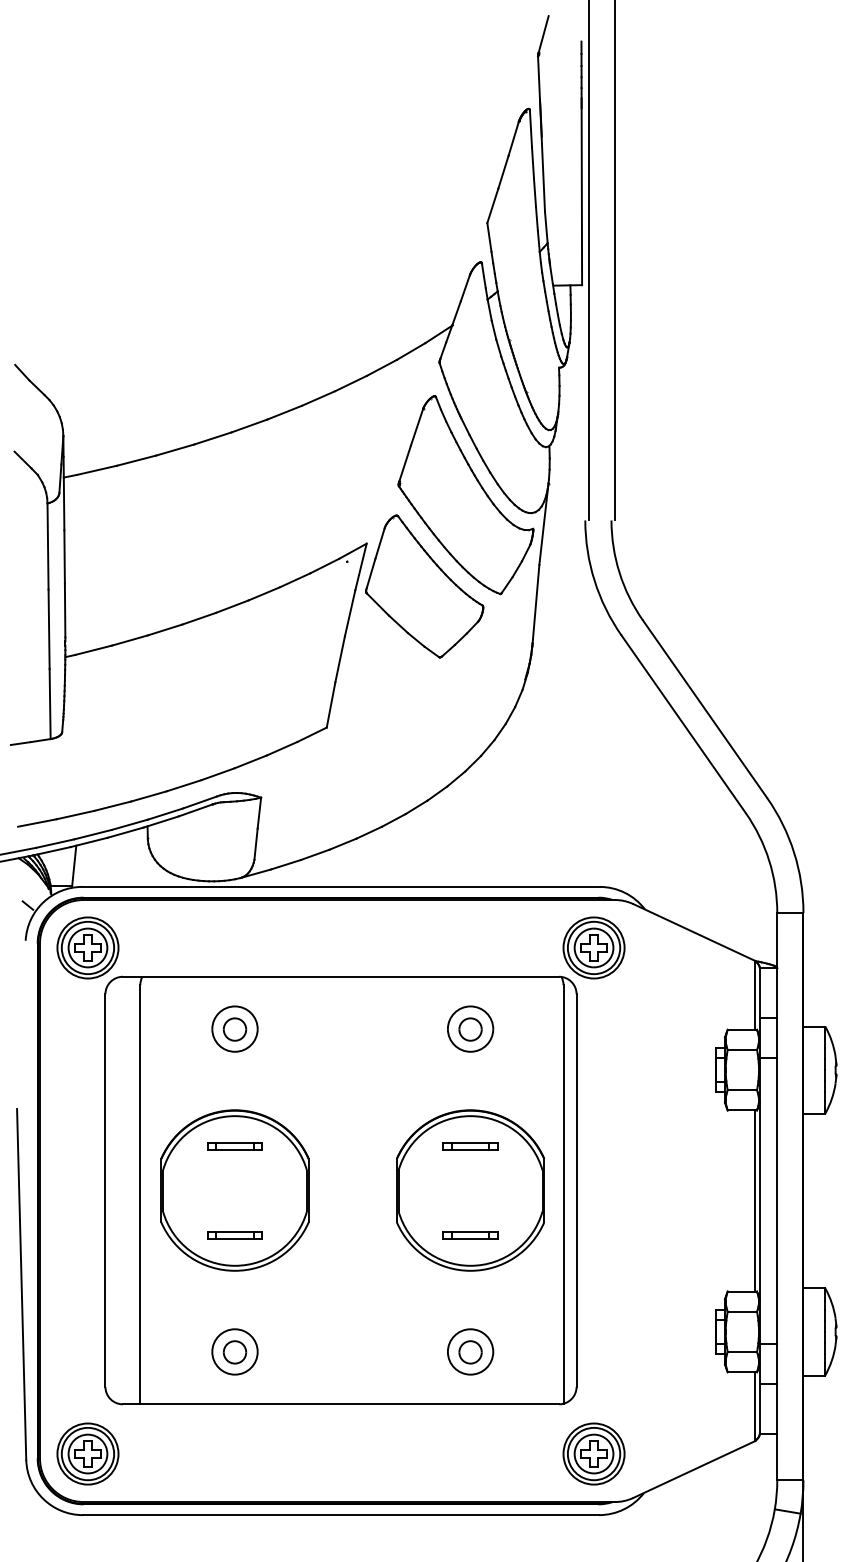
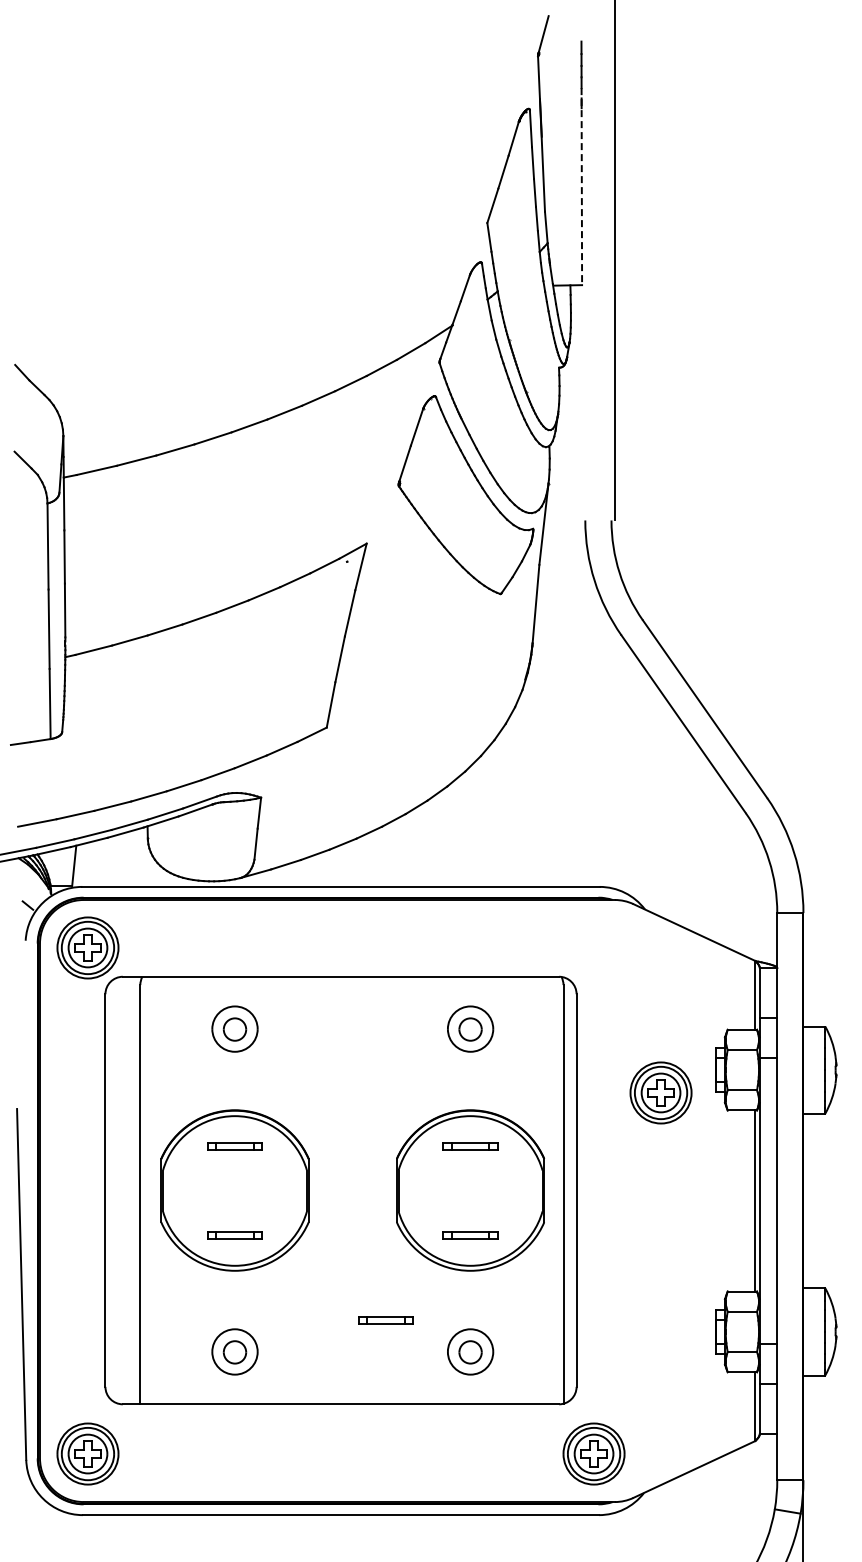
line at (581, 186): solid -> dashed
line at (588, 261): present -> none
part at (424, 586): present -> none
part at (593, 947) position: (593, 947) -> (660, 1092)
part at (385, 1320): none -> present
